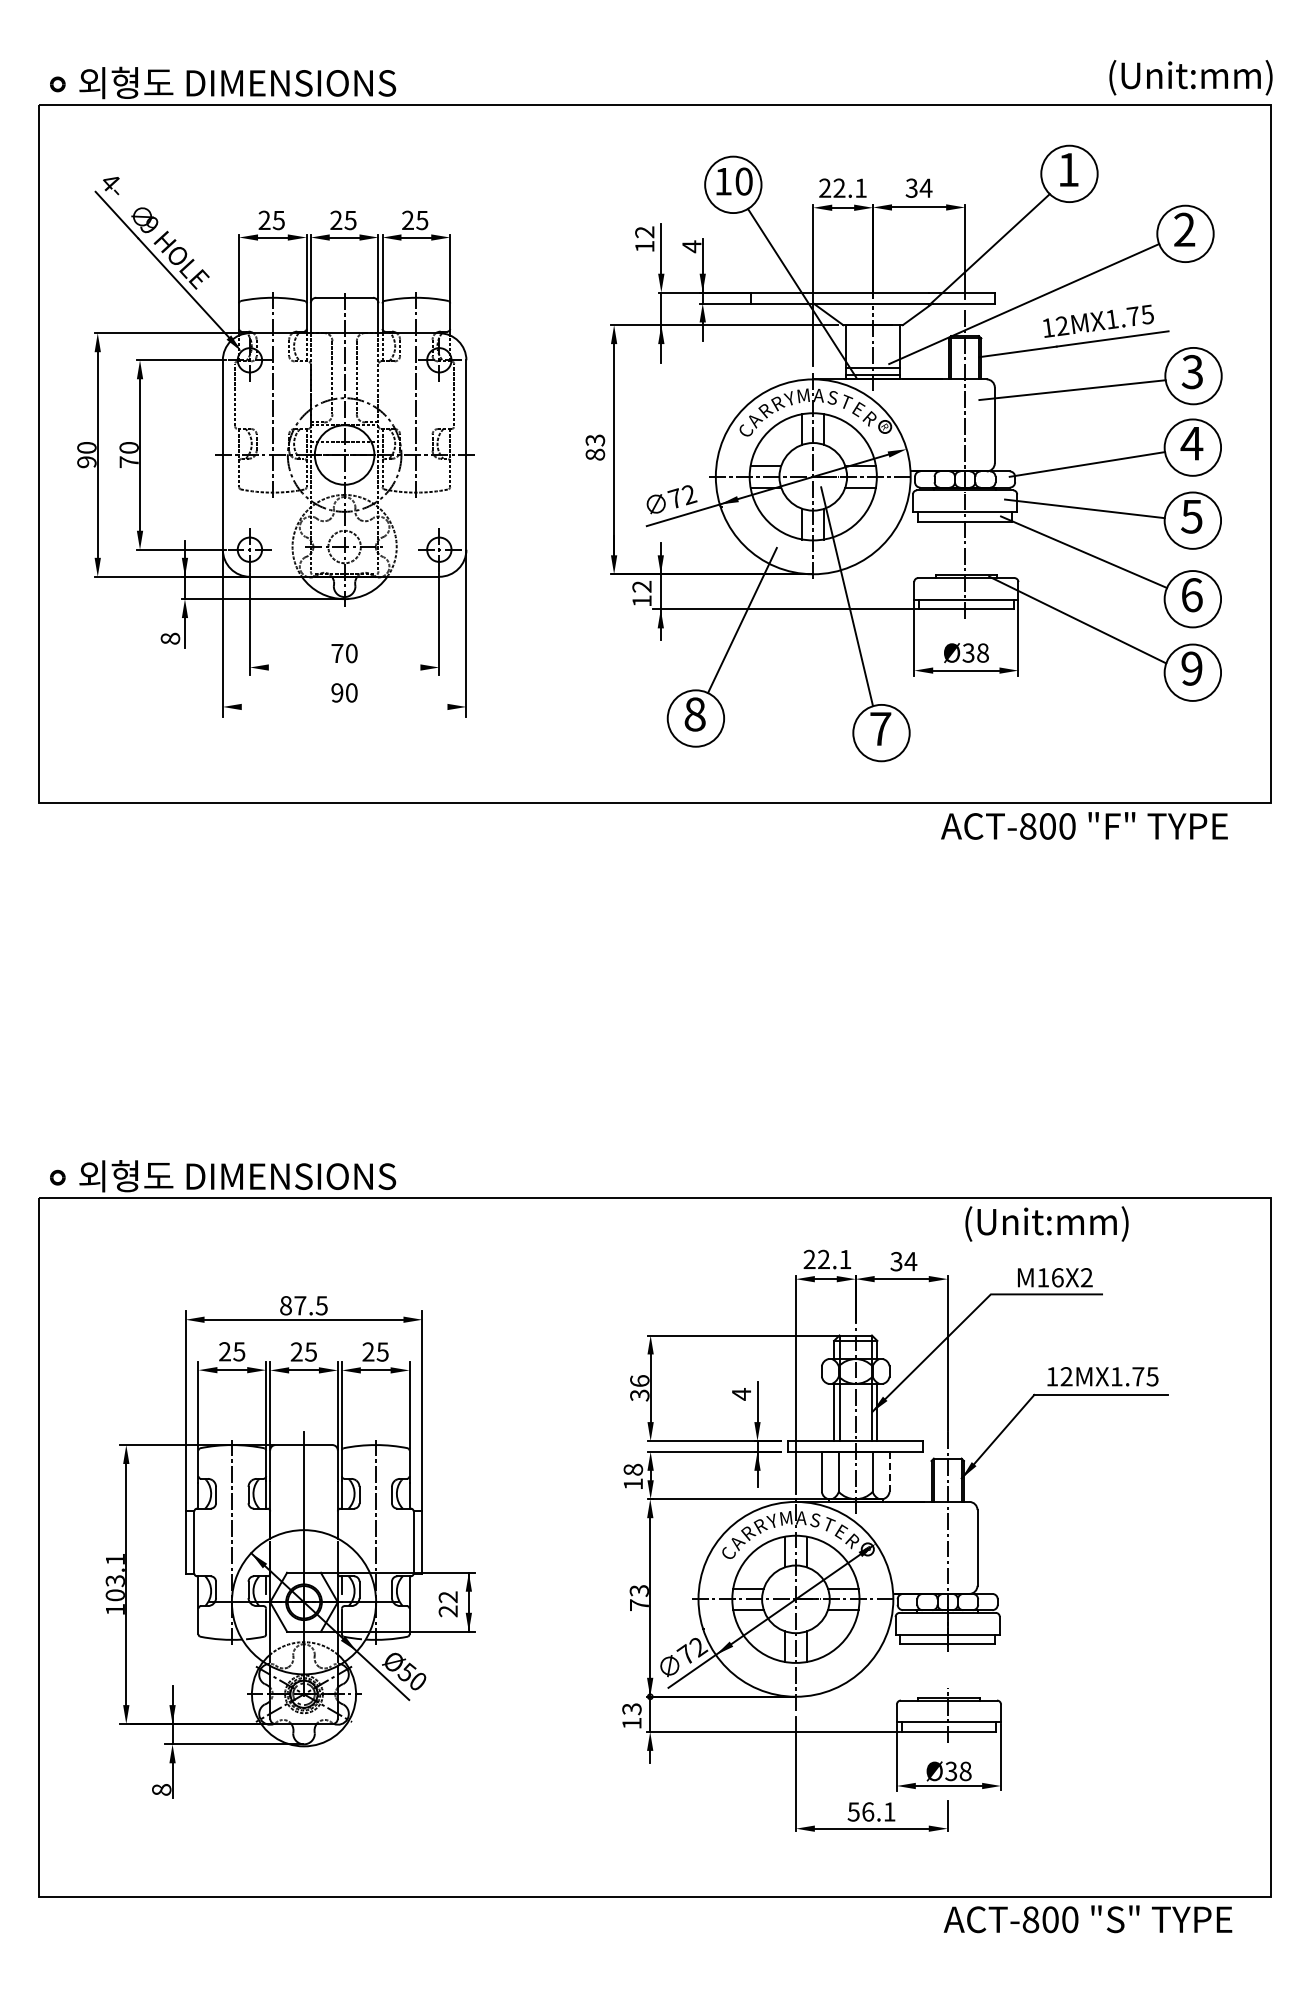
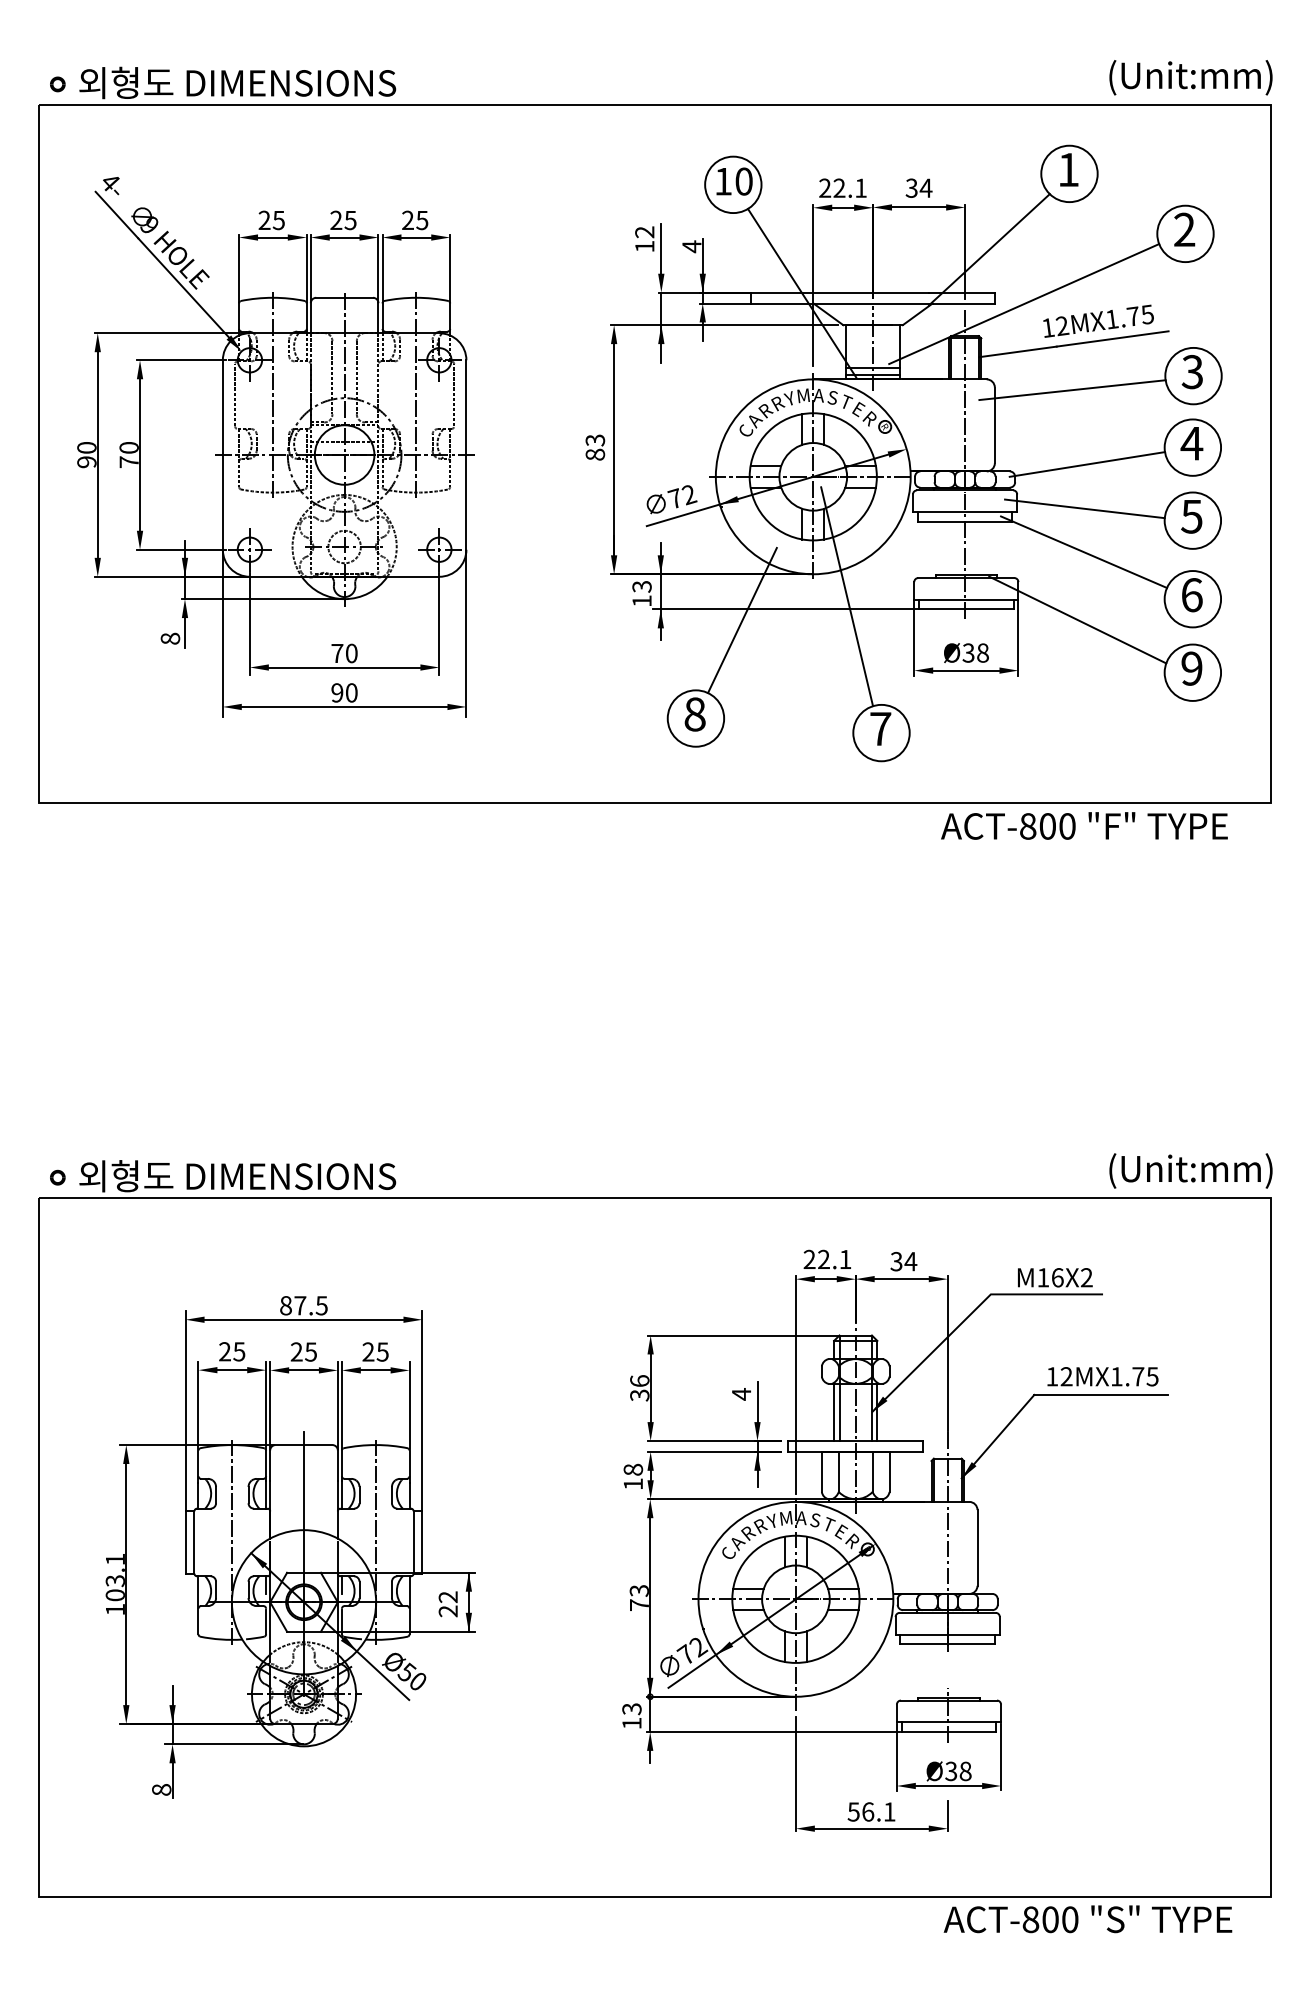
text at (641, 586): 12 -> 13
line at (344, 667): none -> present
line at (344, 706): none -> present
text at (1046, 1223) position: (1046, 1223) -> (1190, 1170)
line at (889, 1472): dashed -> solid
